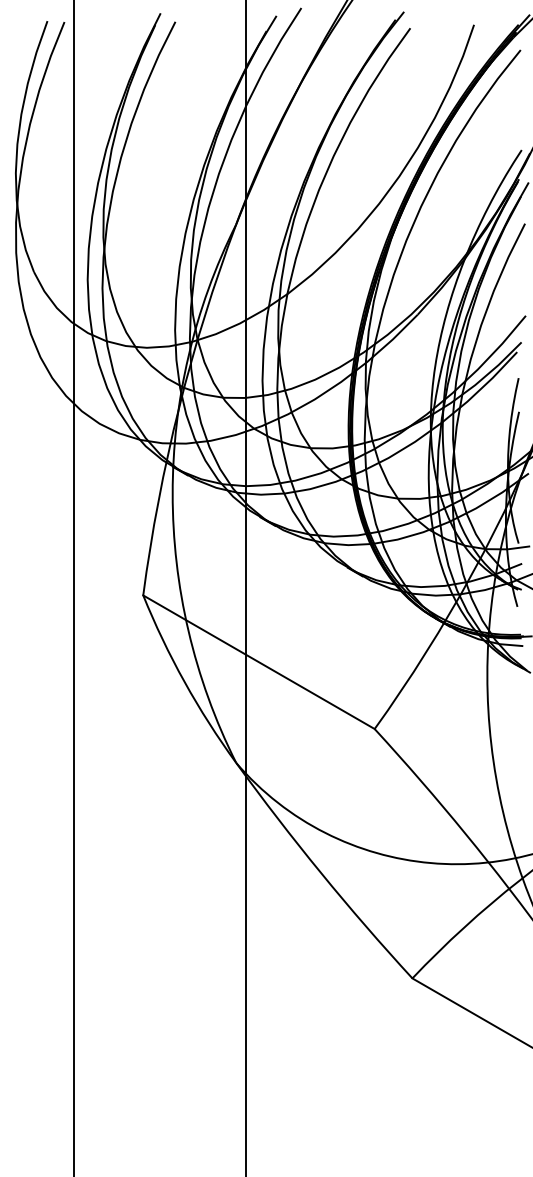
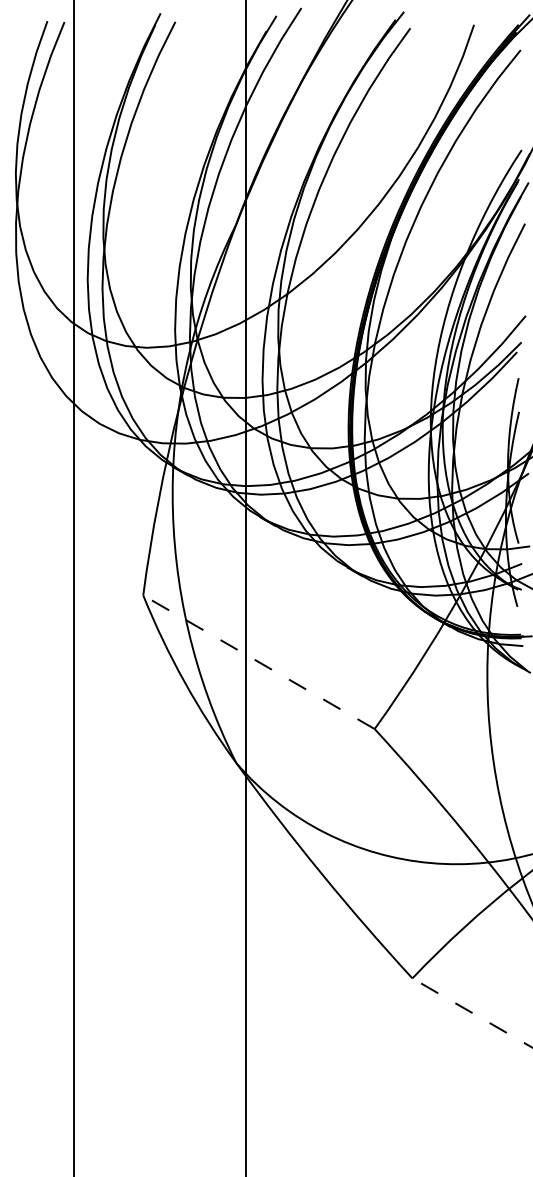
line at (258, 662): solid -> dashed
line at (472, 1012): solid -> dashed
